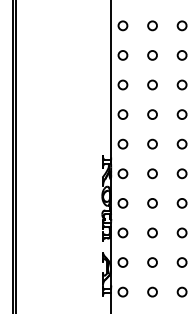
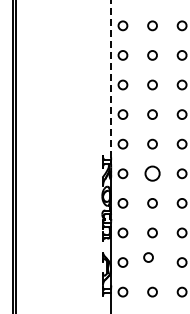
line at (111, 79): solid -> dashed
circle at (152, 173) size: 11x12 px -> 17x17 px
circle at (152, 262) position: (152, 262) -> (148, 257)
